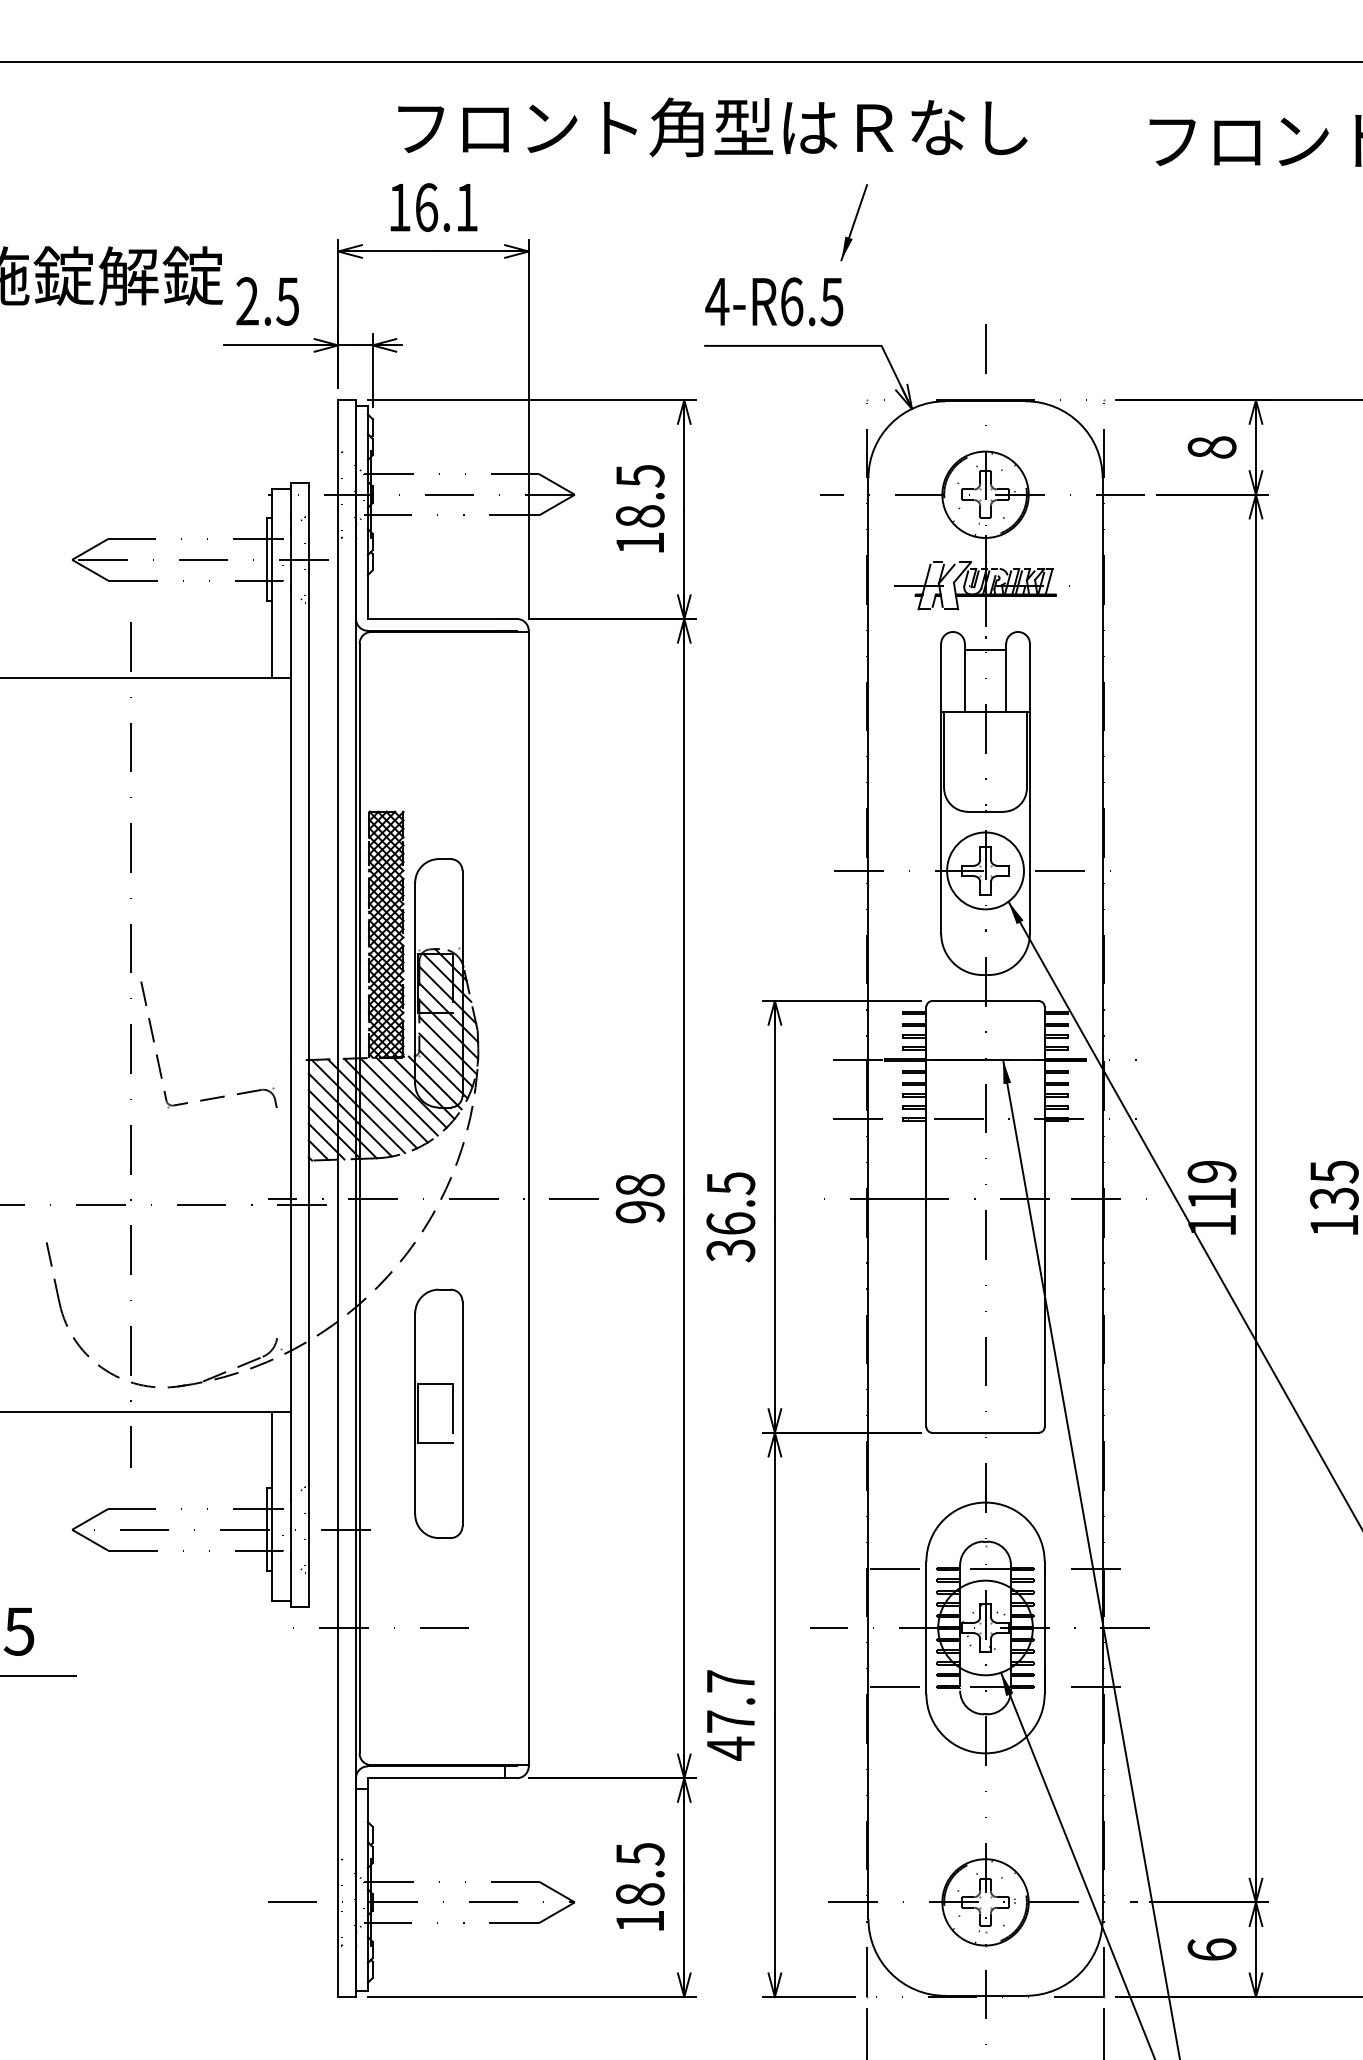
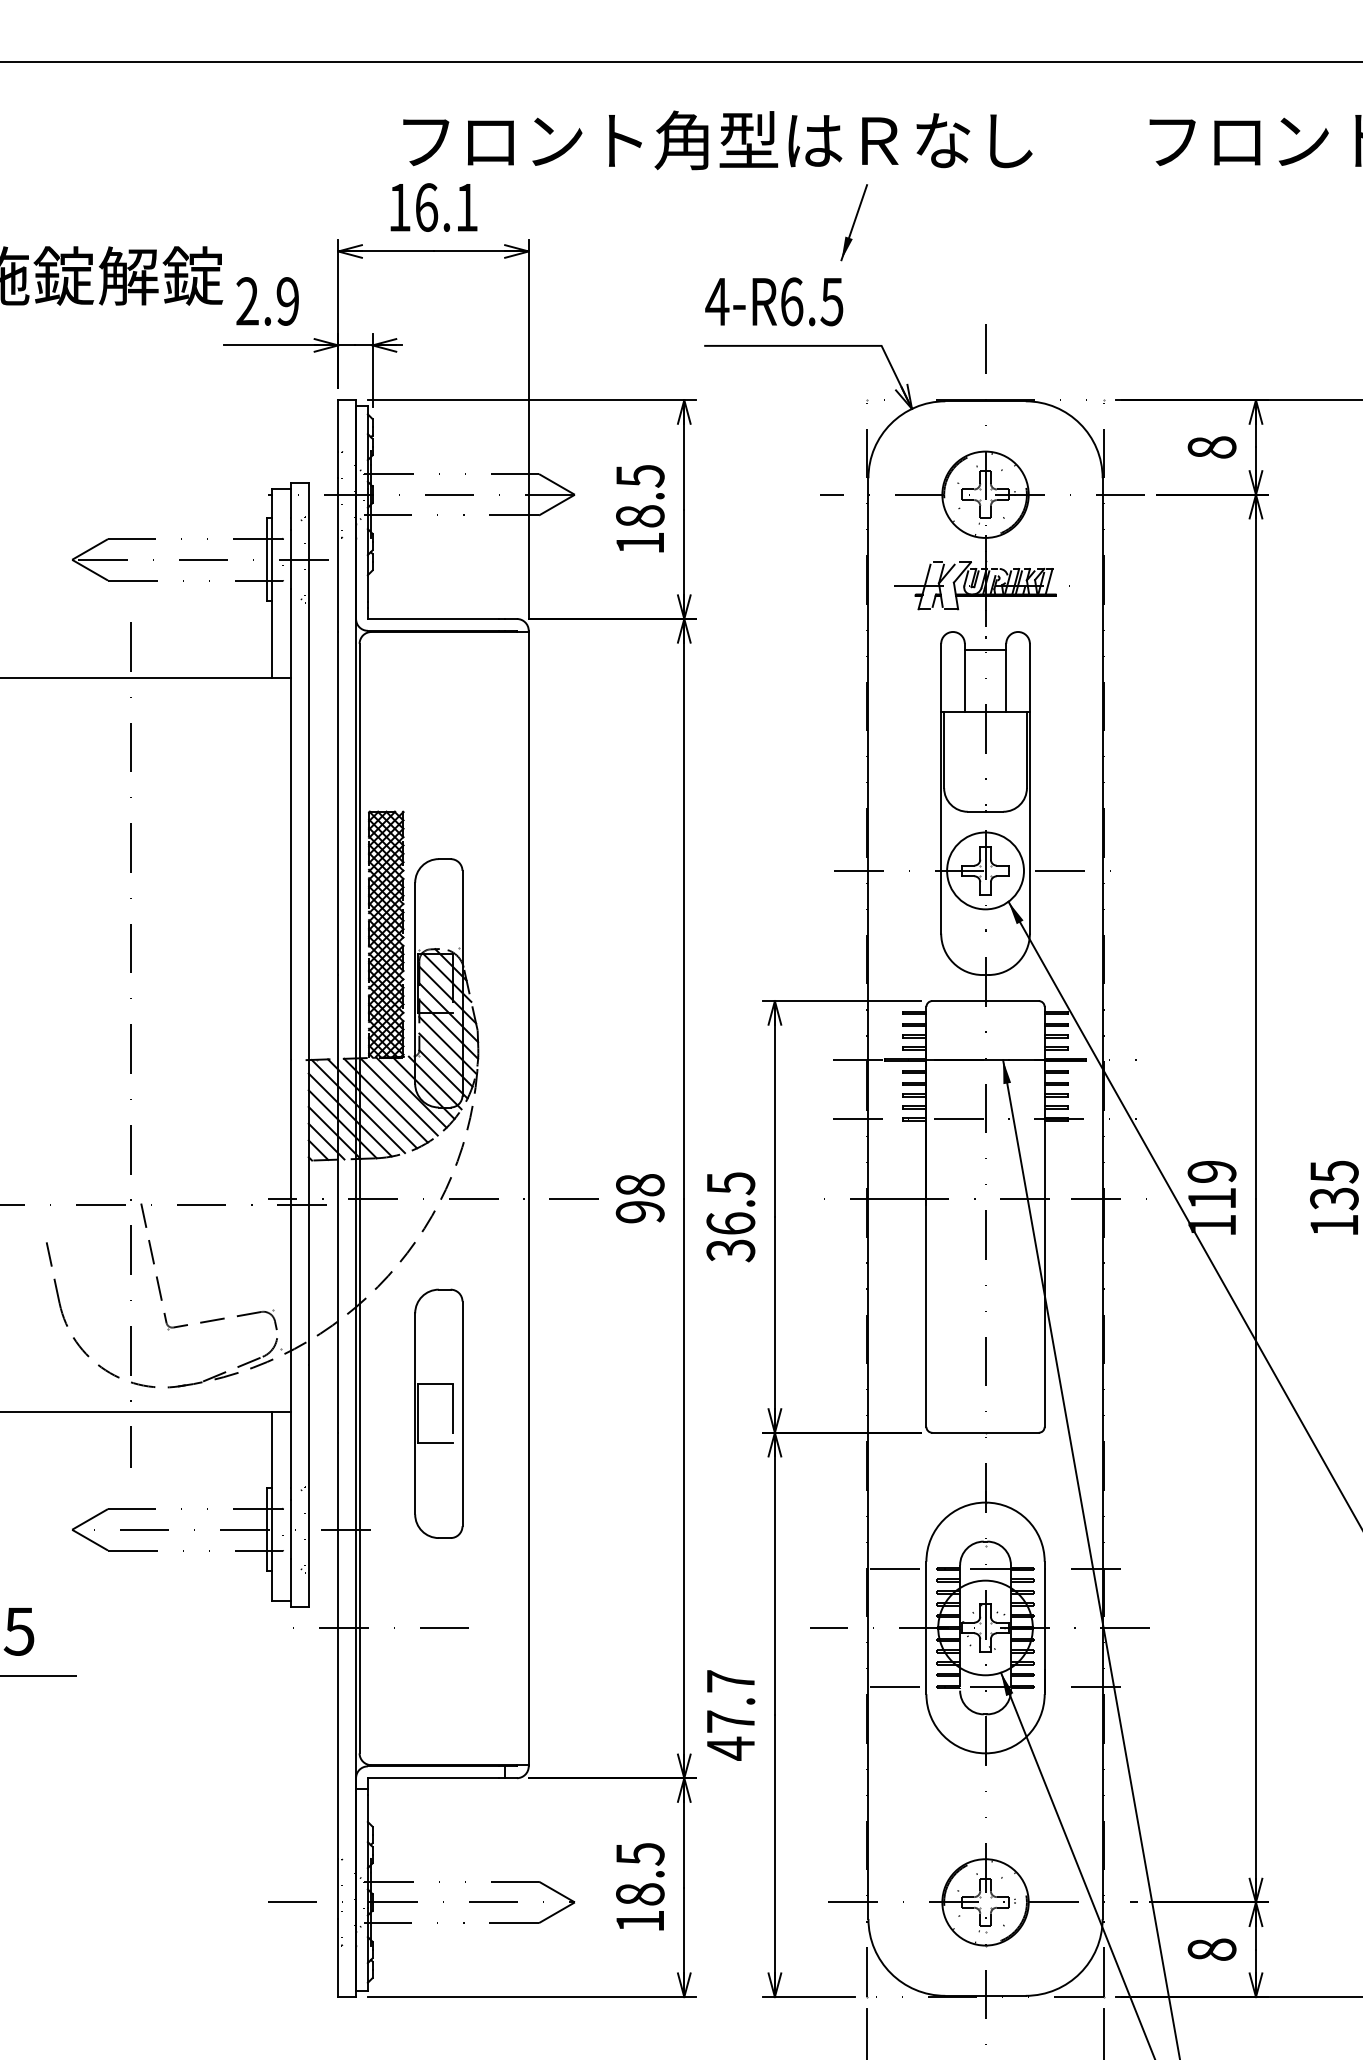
text at (712, 127) position: (712, 127) -> (717, 140)
text at (287, 301): 2.5 -> 2.9
part at (158, 1057) position: (158, 1057) -> (158, 1279)
text at (1211, 1949): 6 -> 8
